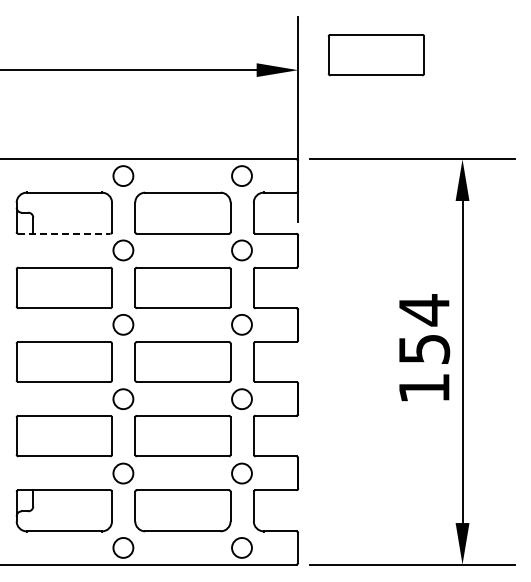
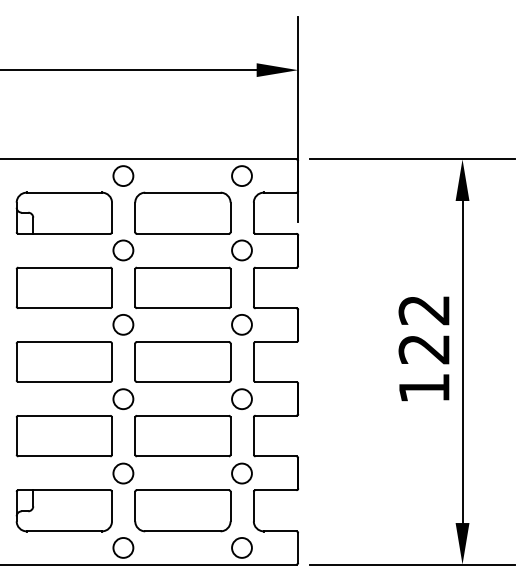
part at (375, 55): present -> none
line at (64, 233): dashed -> solid
text at (424, 329): 154 -> 122
